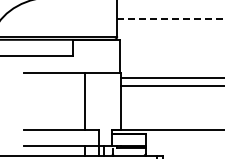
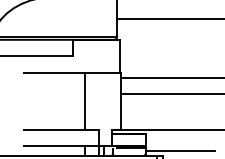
line at (171, 18): dashed -> solid
line at (170, 86) position: (170, 86) -> (170, 94)
line at (180, 151): none -> present
